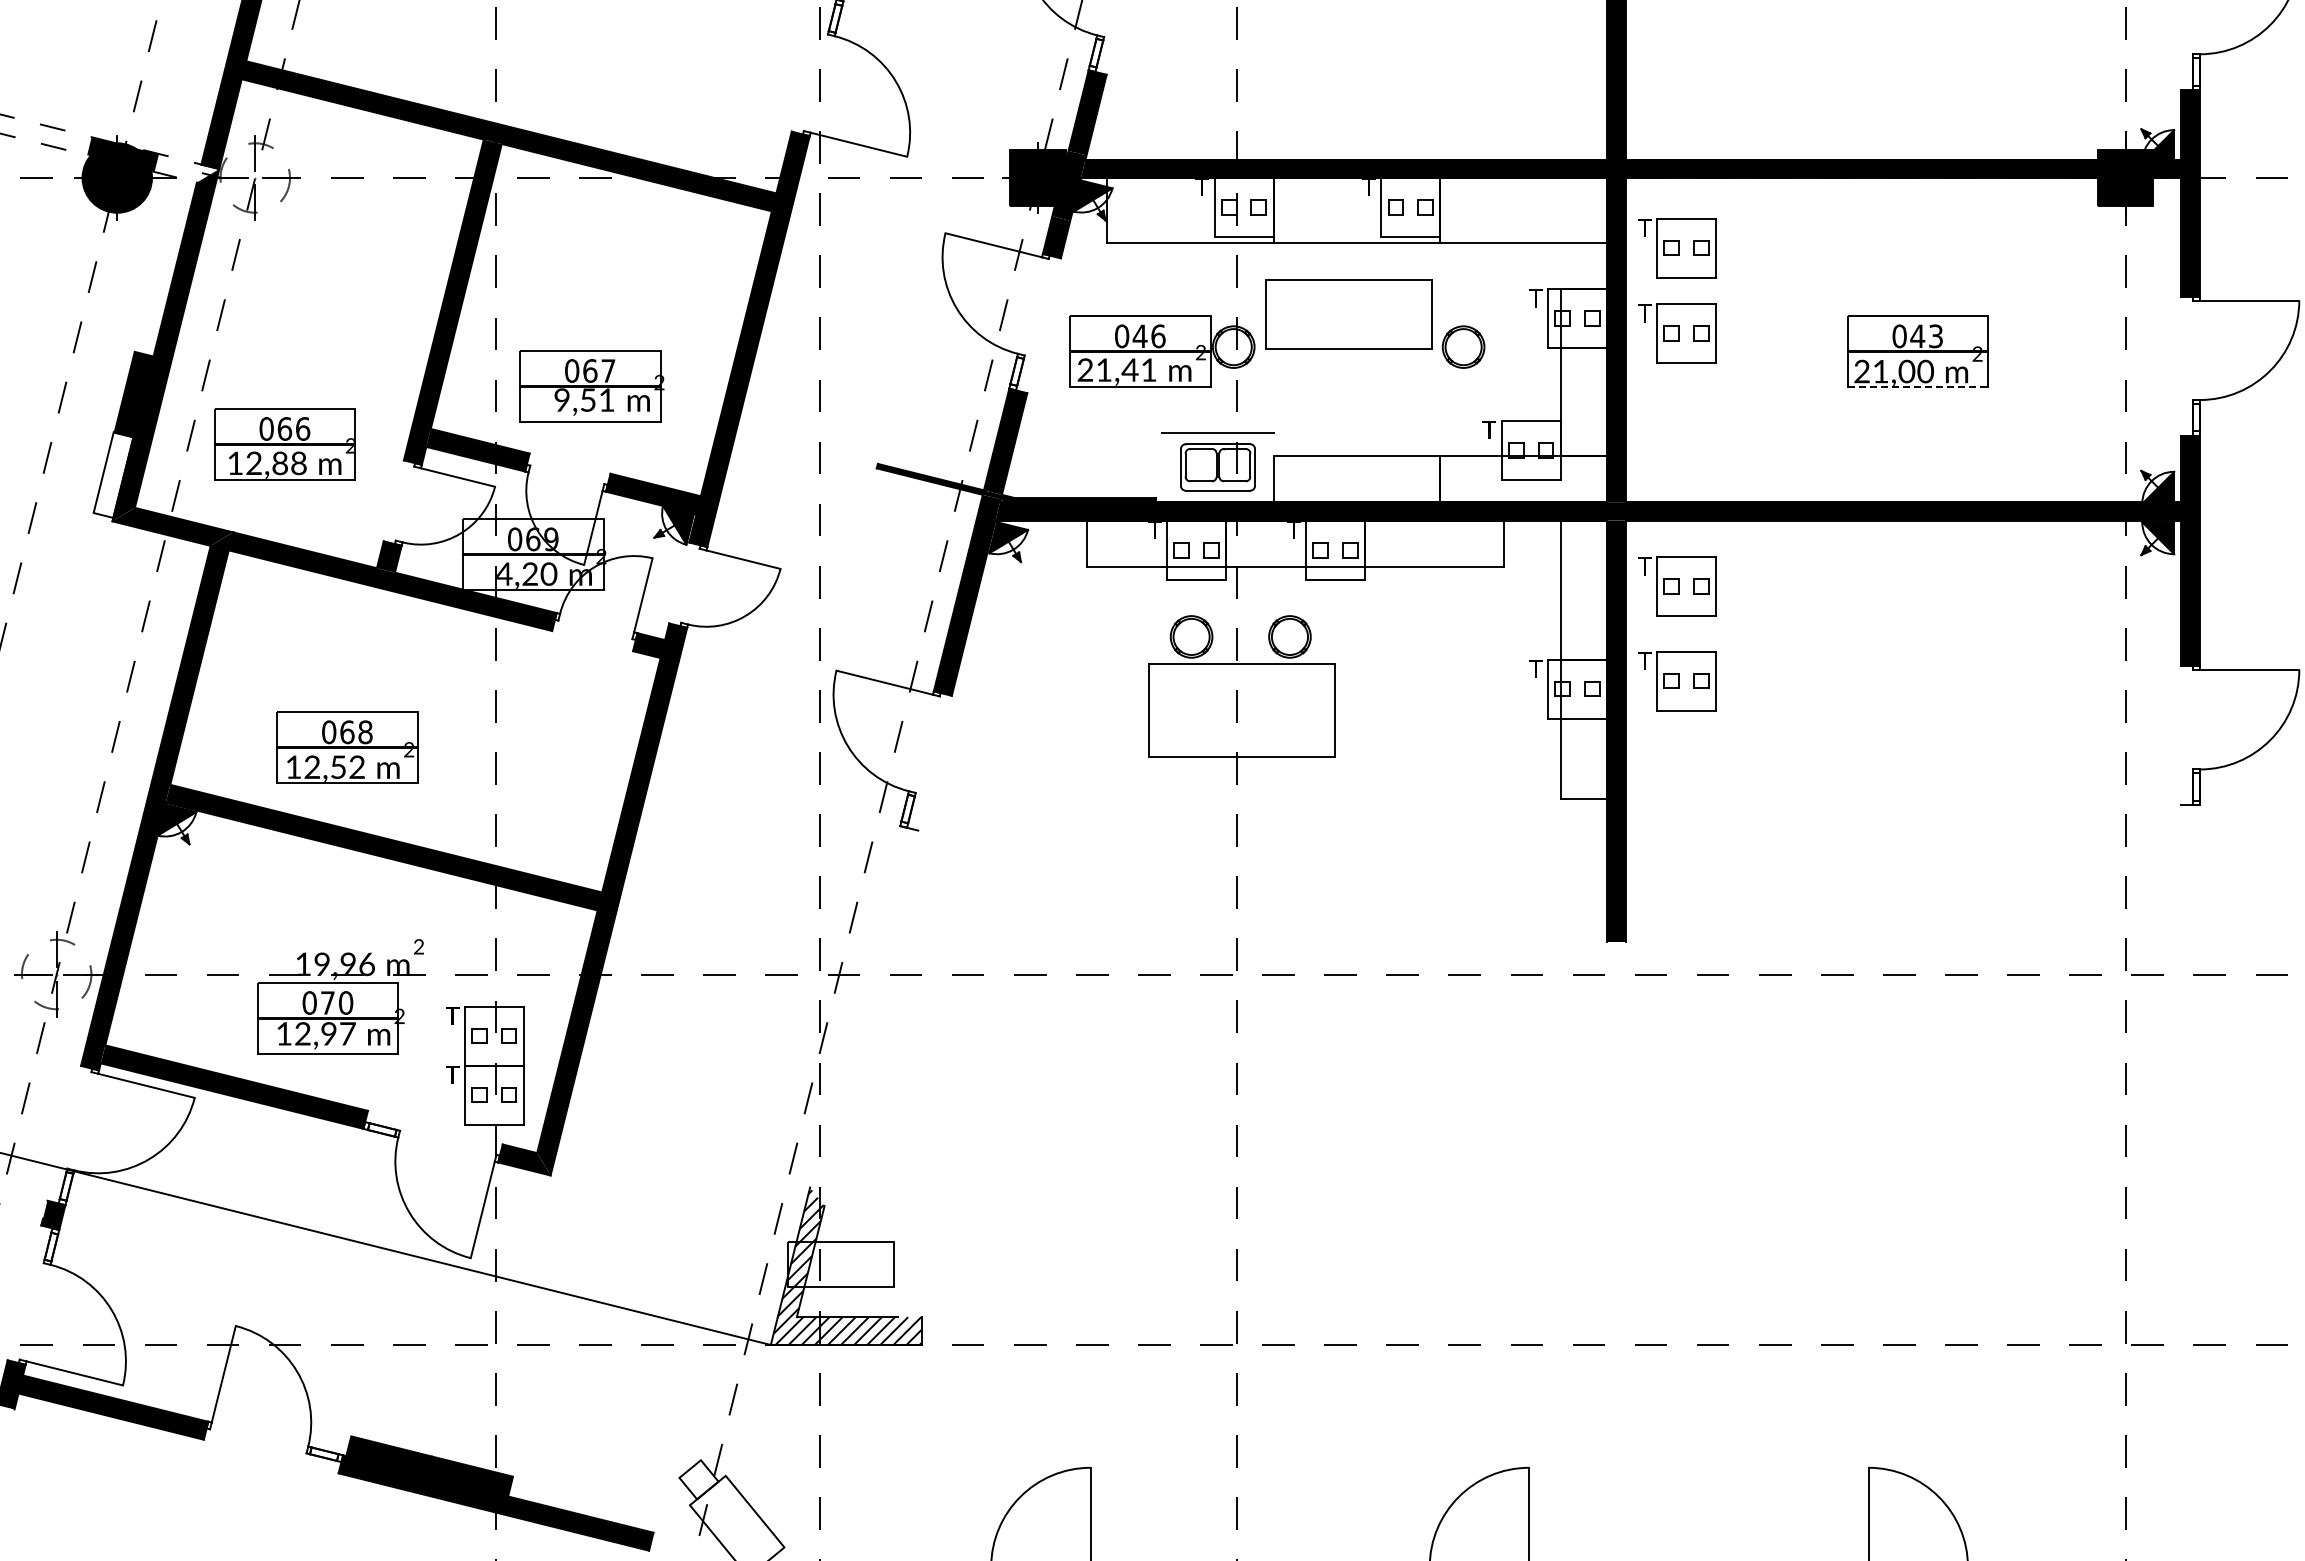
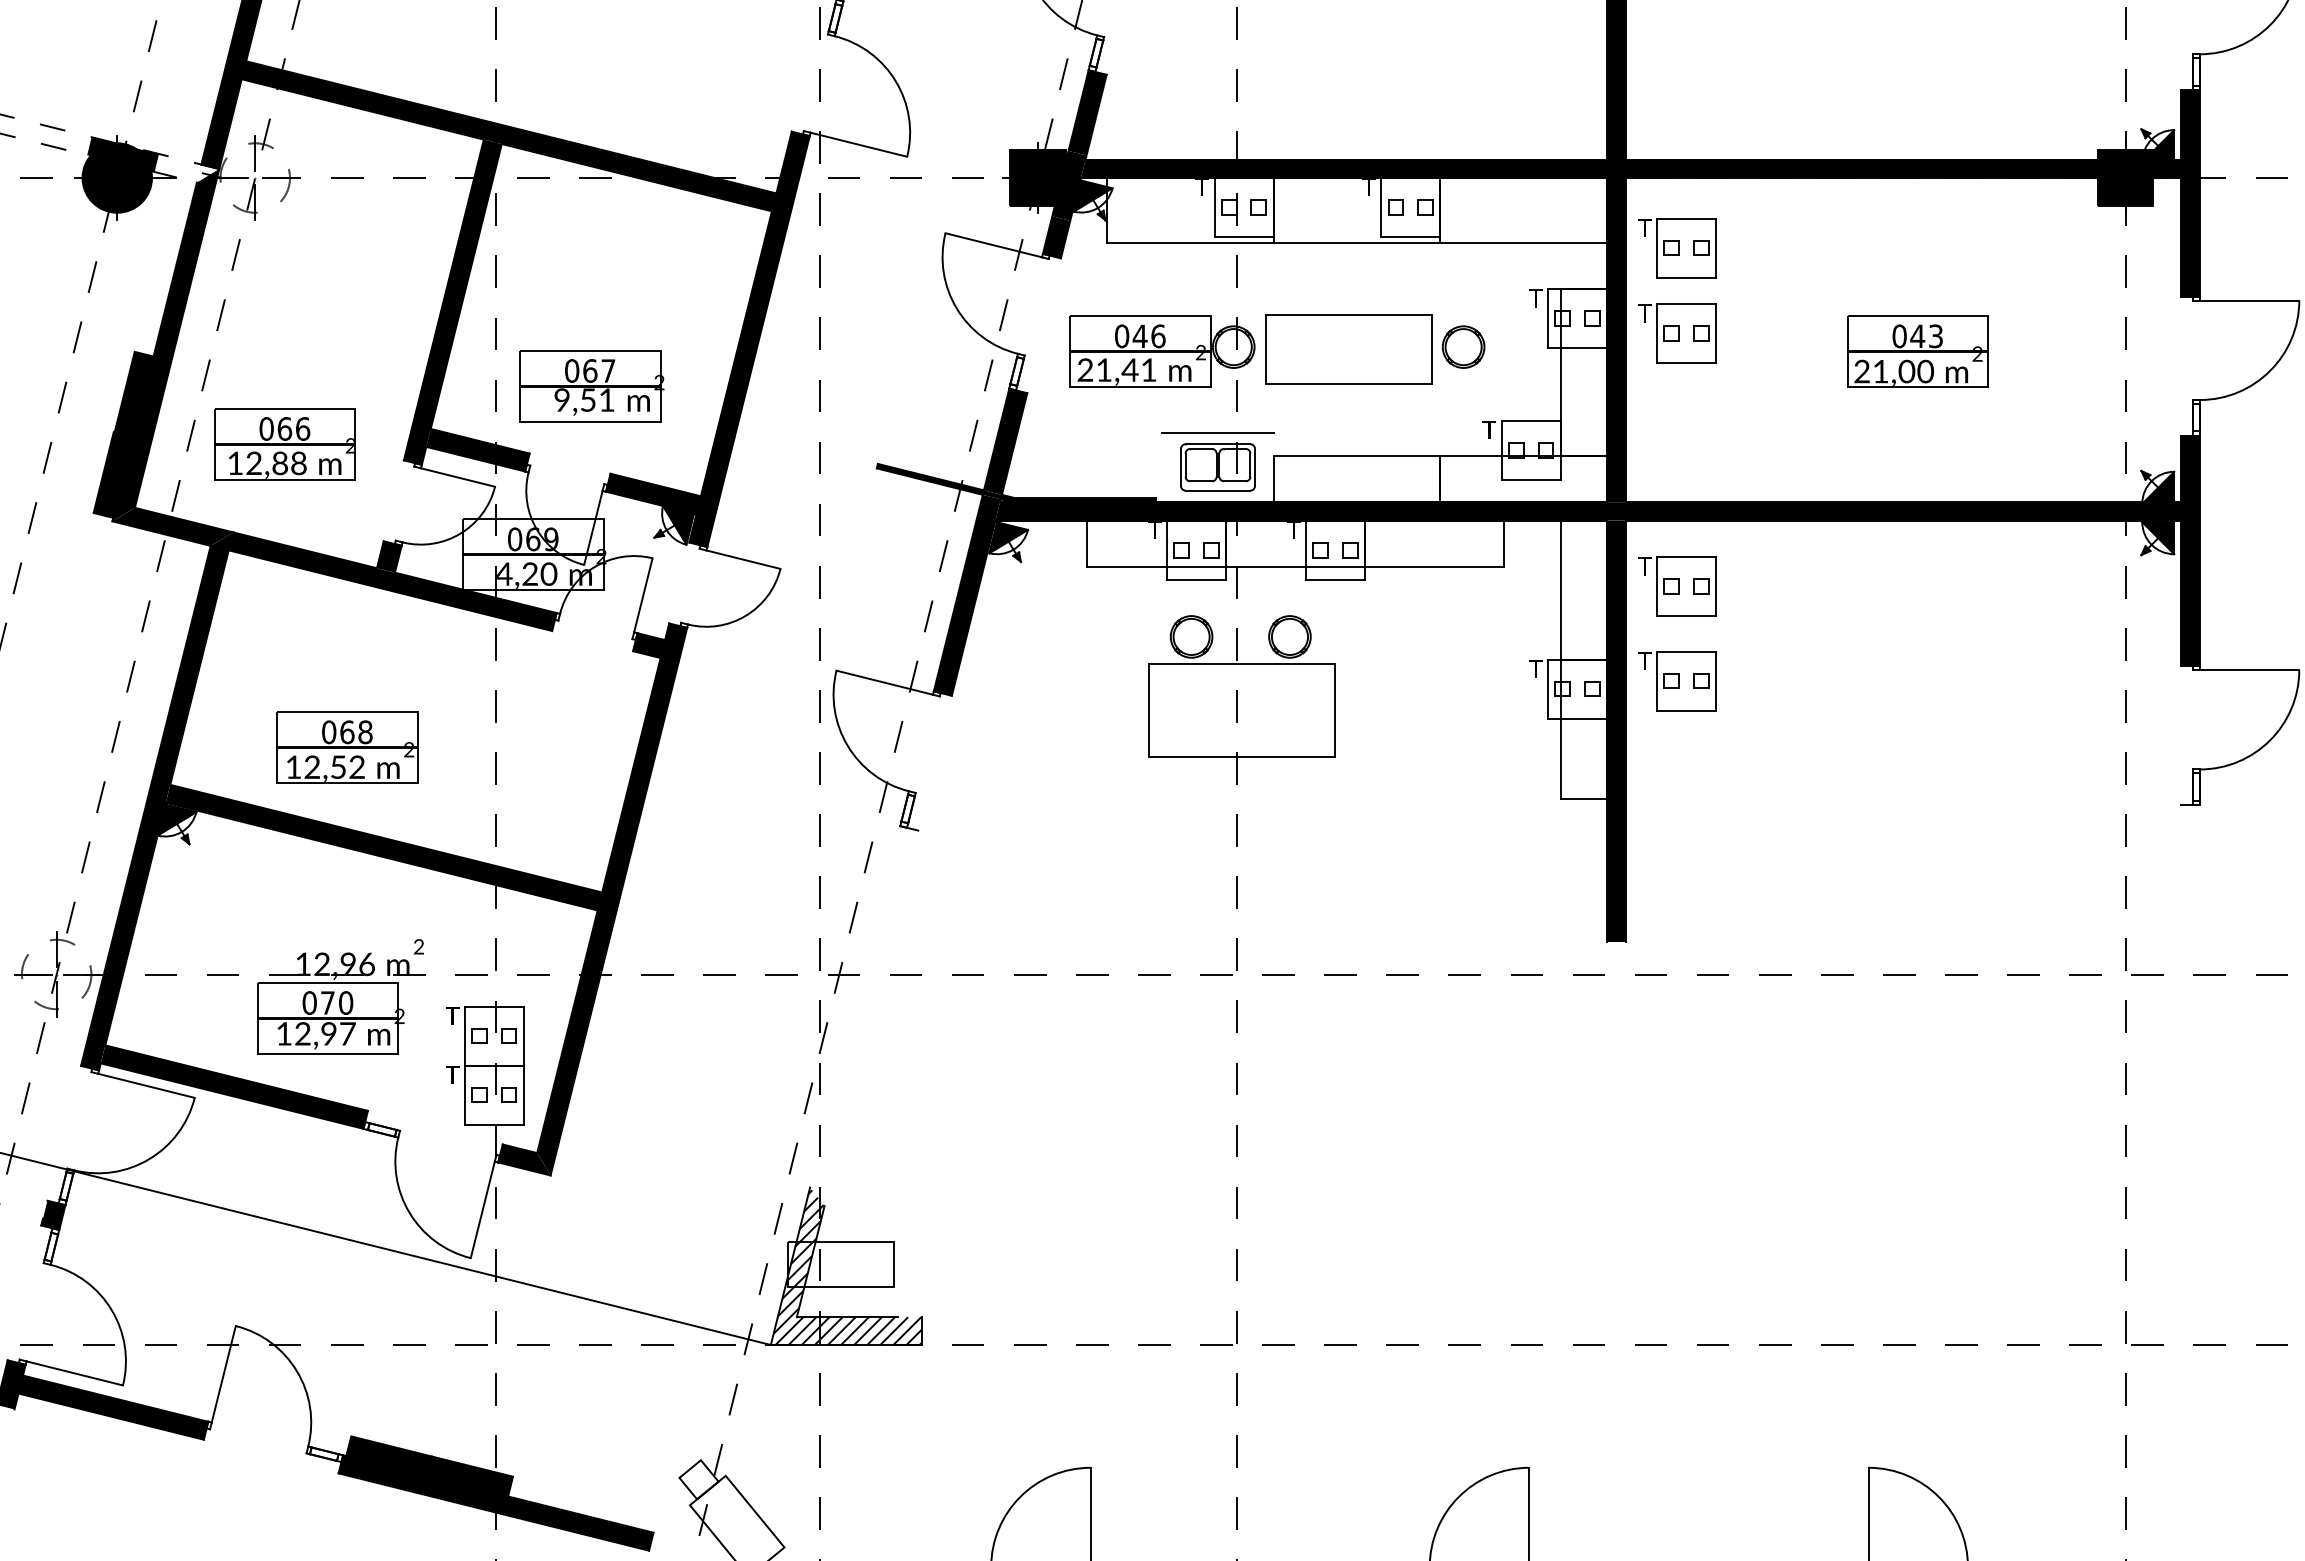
part at (1348, 314) position: (1348, 314) -> (1348, 349)
line at (1918, 387): dashed -> solid
fill at (113, 474): none -> present
text at (321, 964): 19,96 -> 12,96
